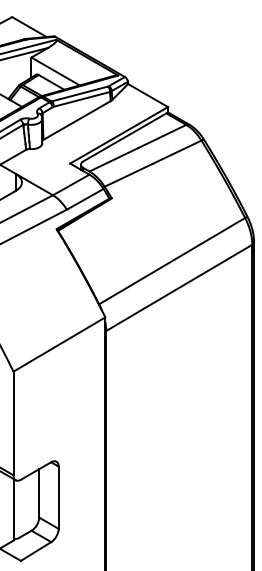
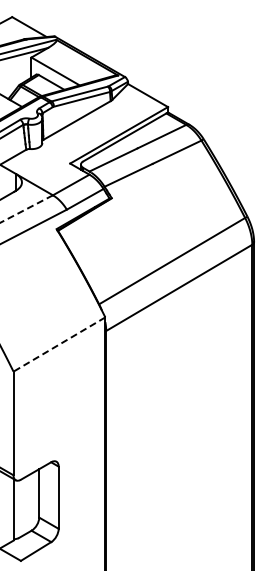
line at (26, 209): solid -> dashed
line at (59, 344): solid -> dashed
